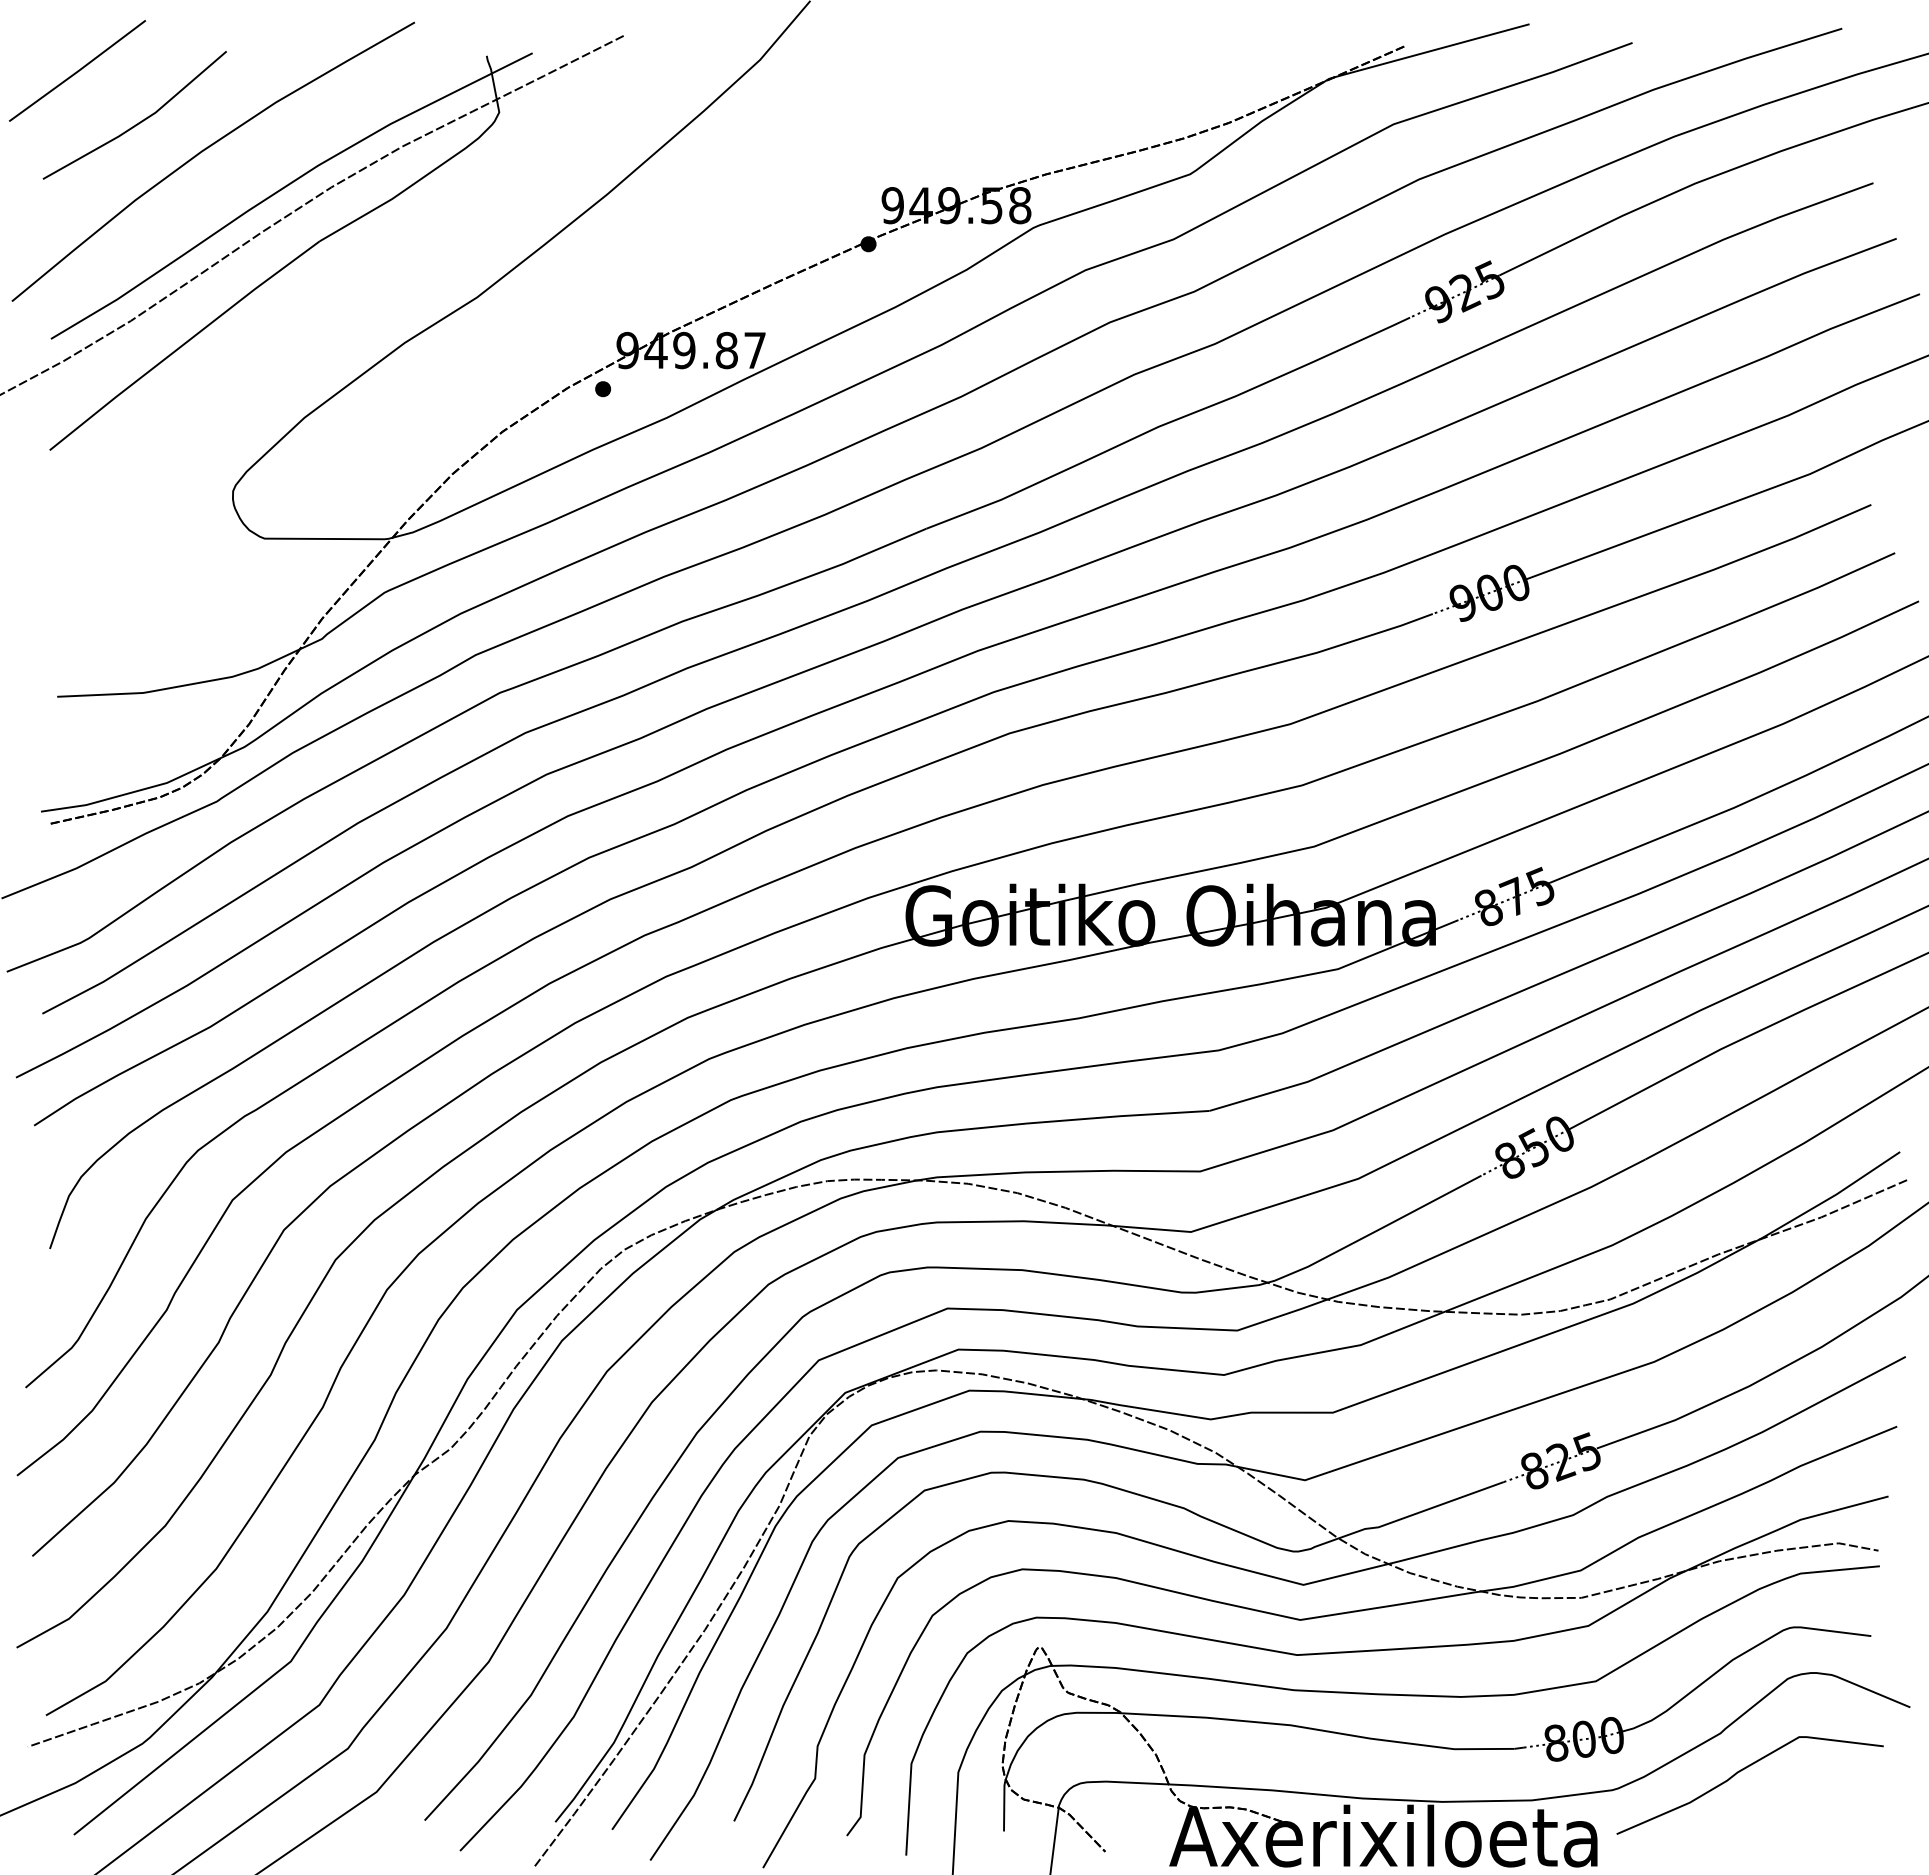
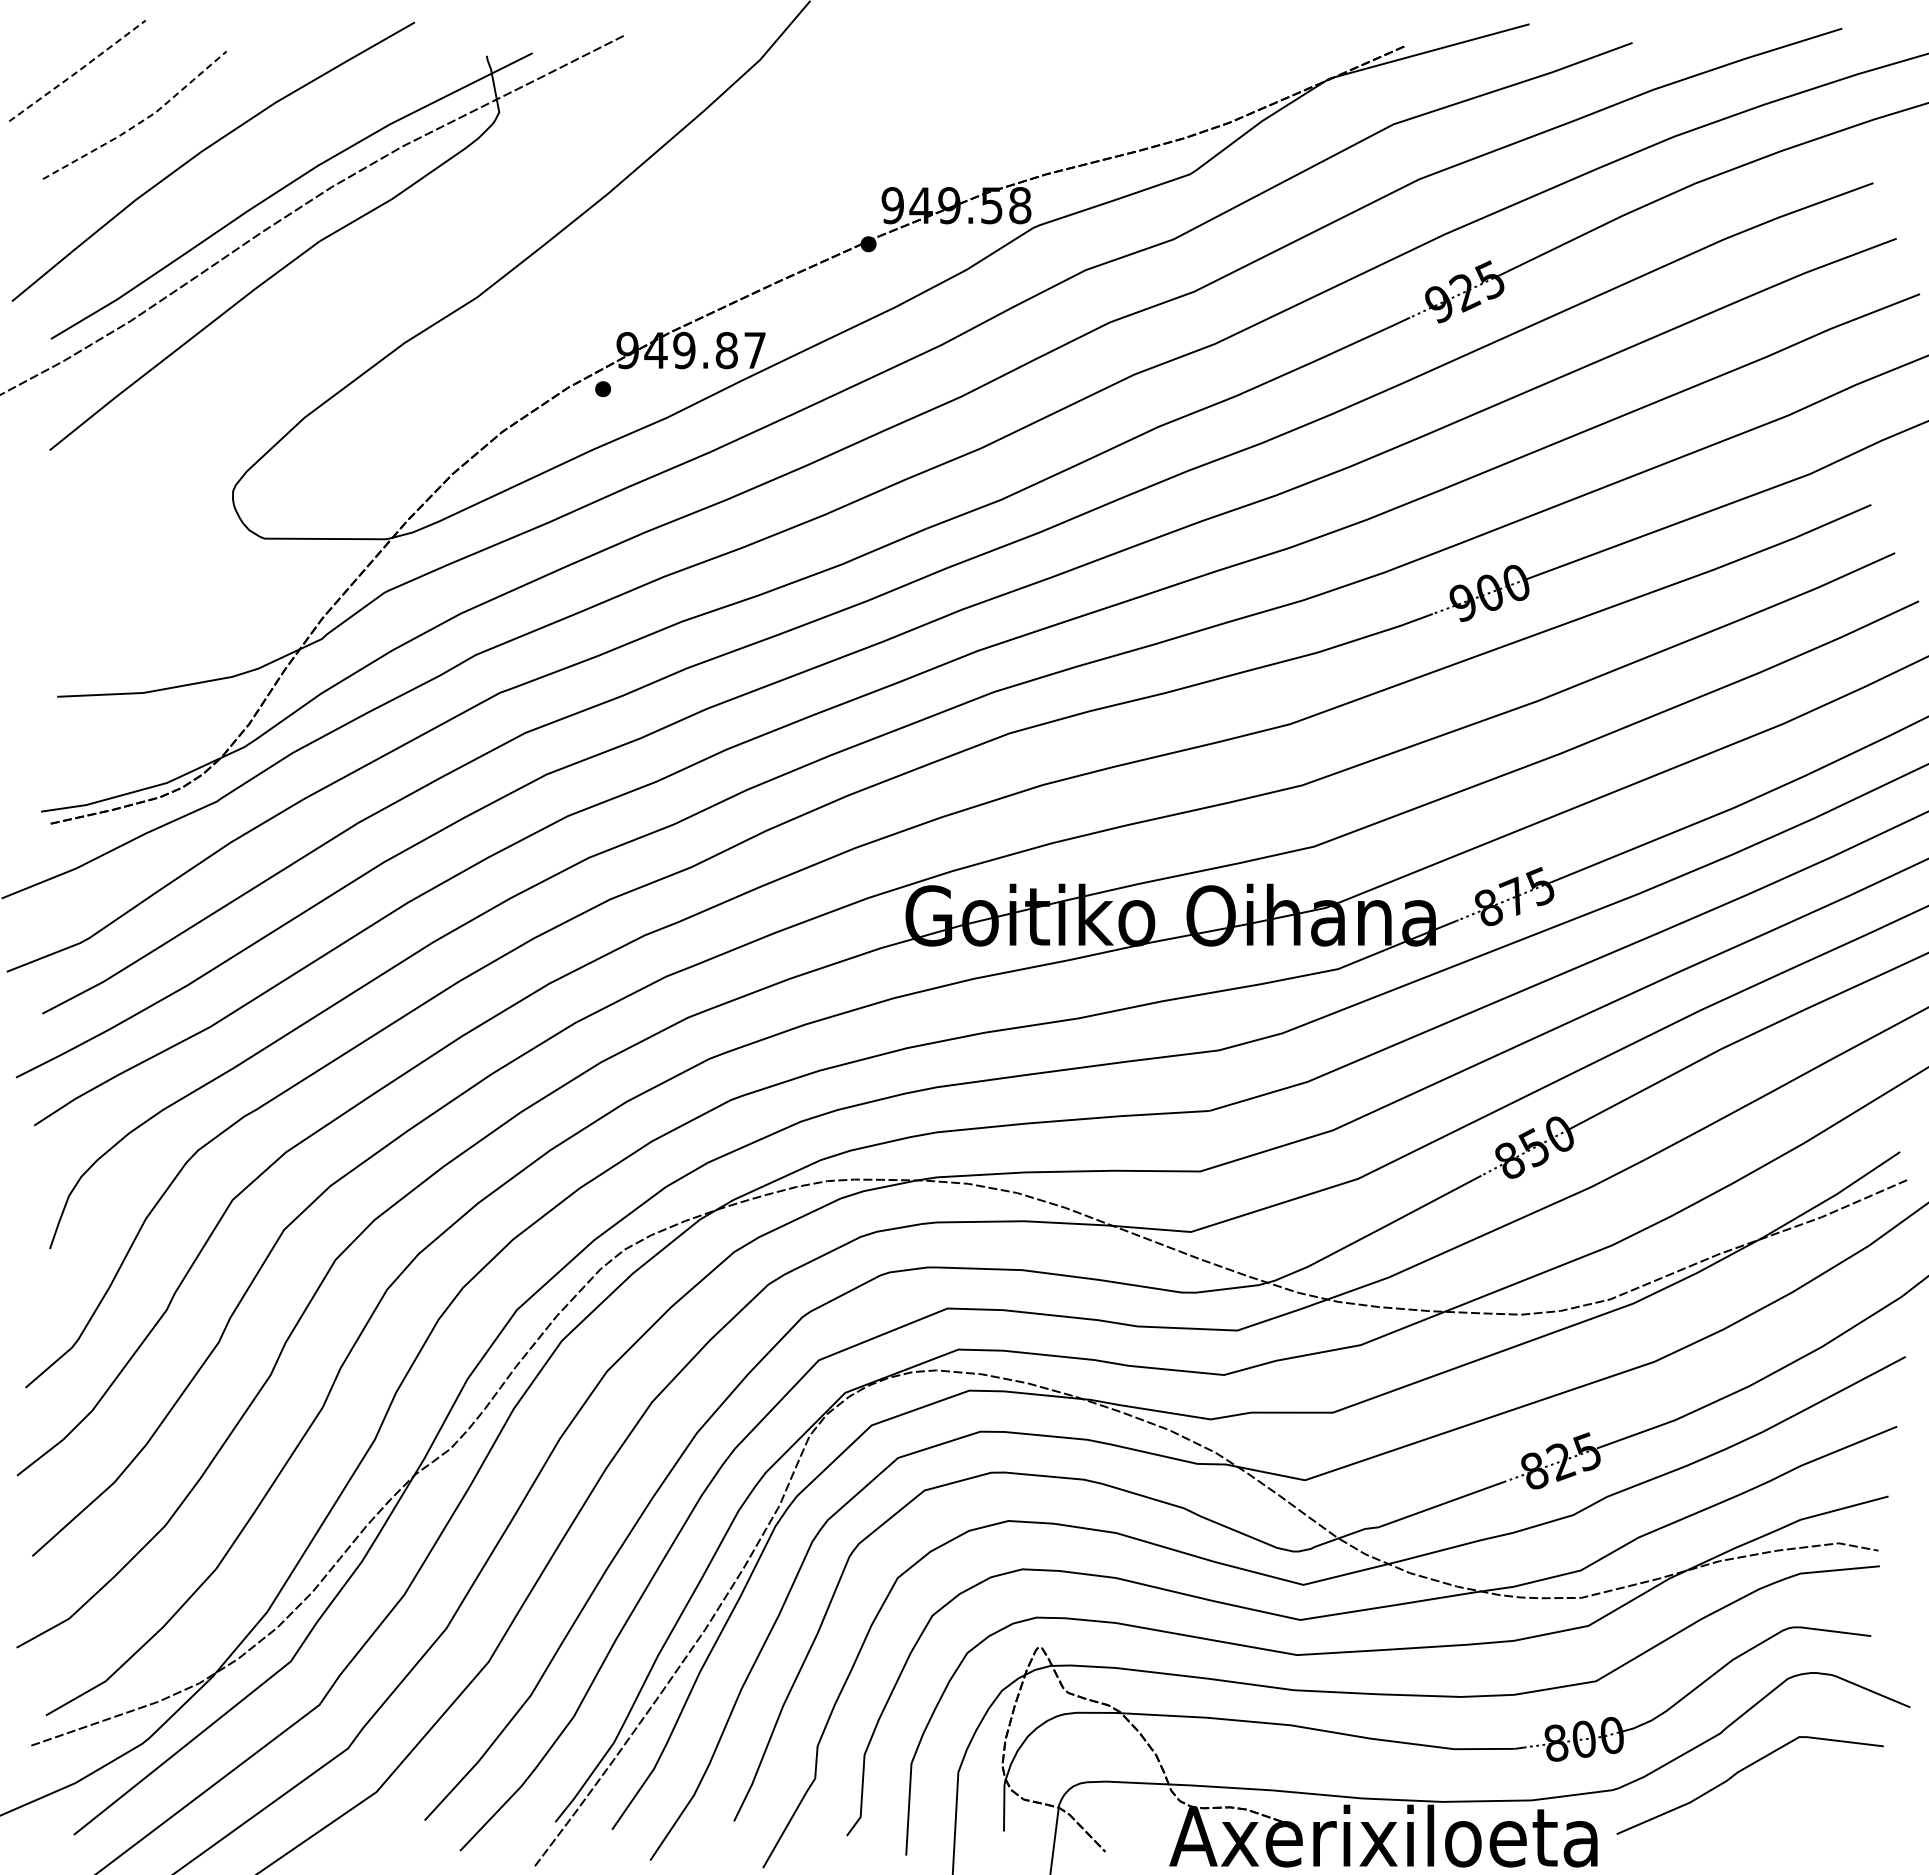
line at (78, 71): solid -> dashed
line at (139, 122): solid -> dashed
